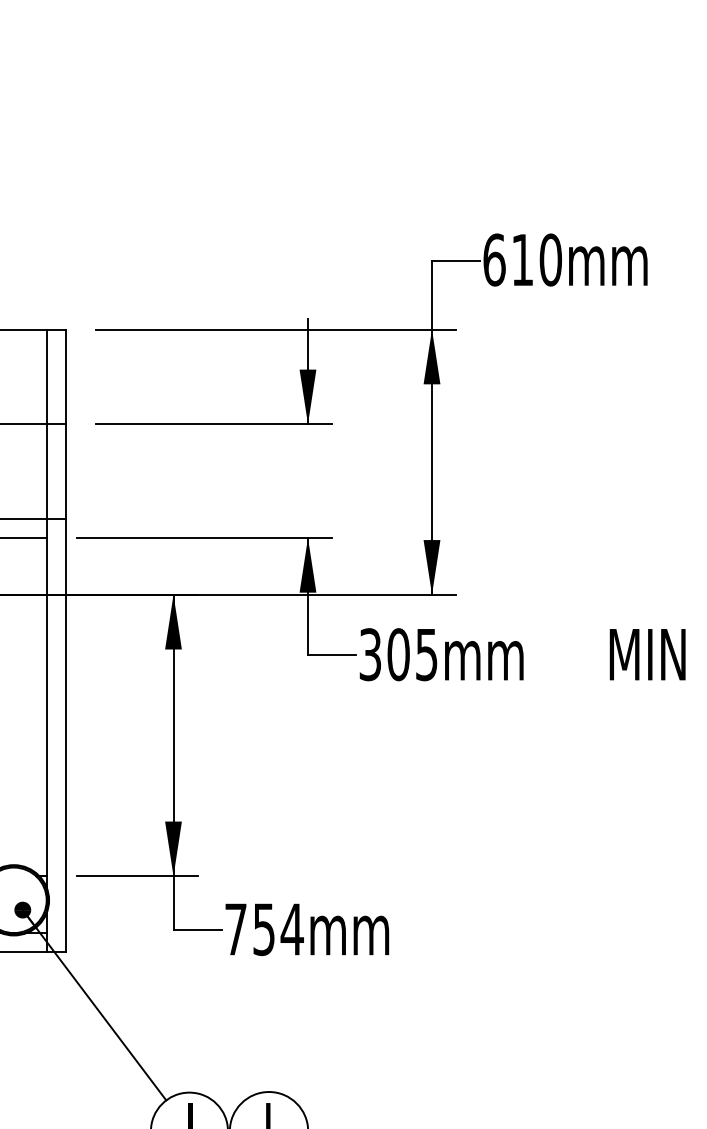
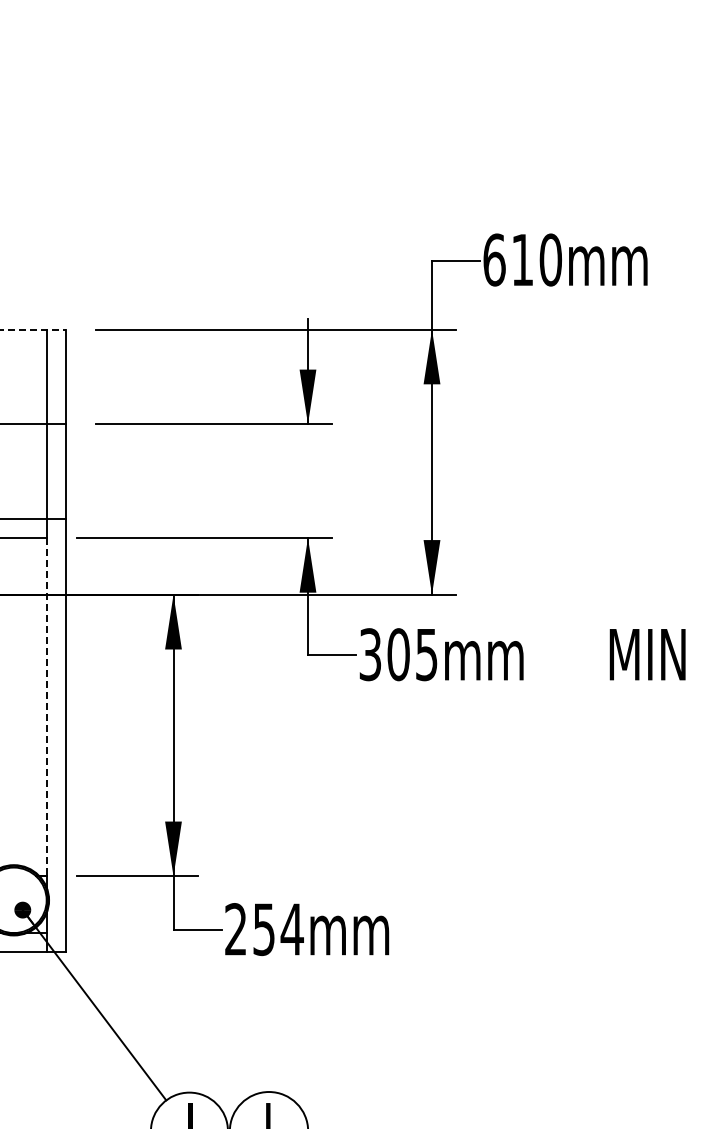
line at (33, 329): solid -> dashed
line at (46, 707): solid -> dashed
text at (235, 929): 754mm -> 254mm
